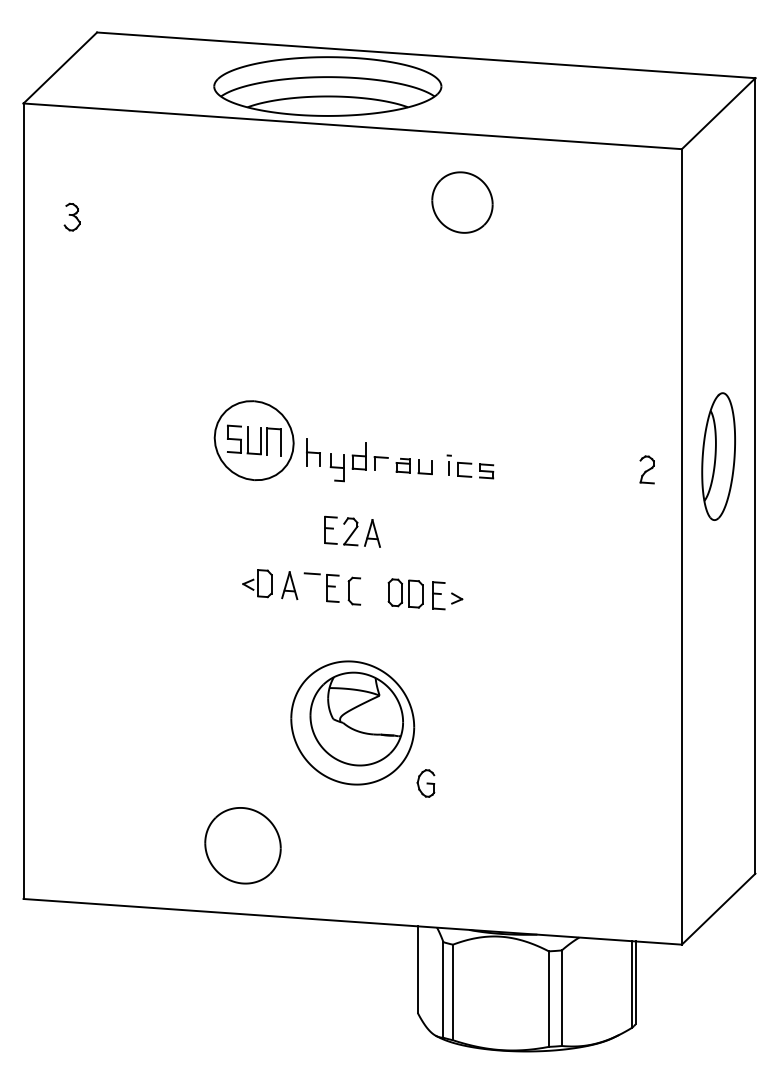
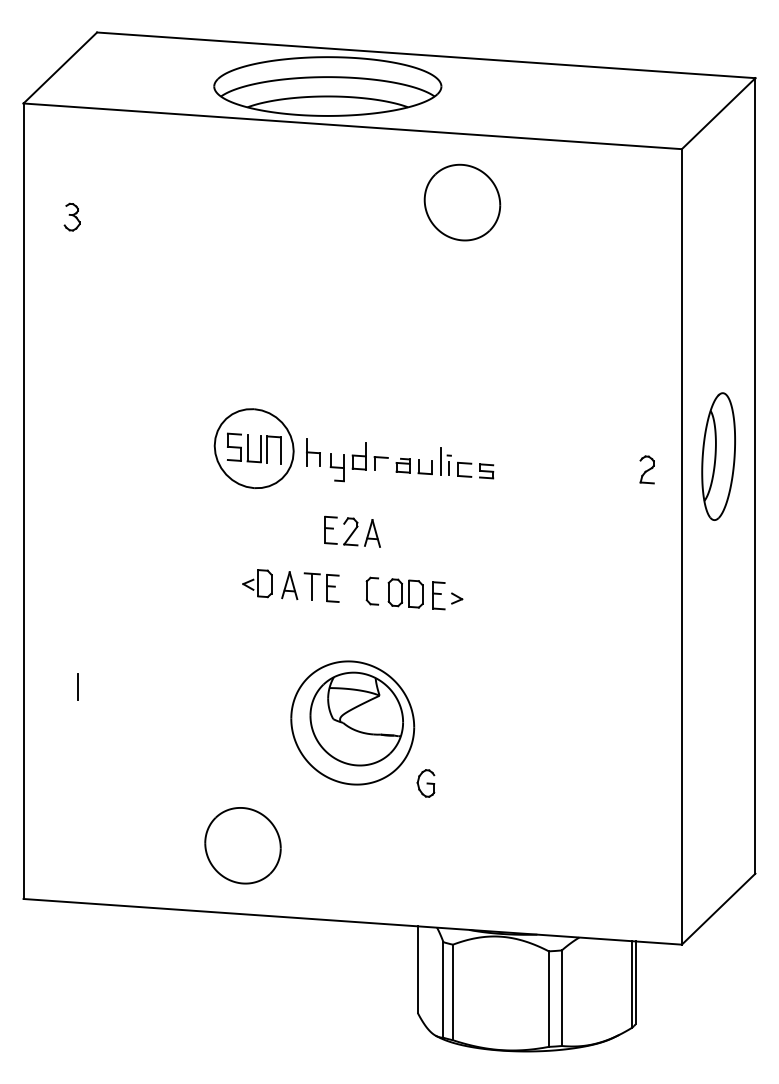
part at (462, 202) size: 63x63 px -> 79x79 px
part at (253, 440) position: (253, 440) -> (253, 448)
line at (440, 461): none -> present
line at (312, 586): none -> present
part at (354, 590) position: (354, 590) -> (372, 590)
line at (78, 687): none -> present
